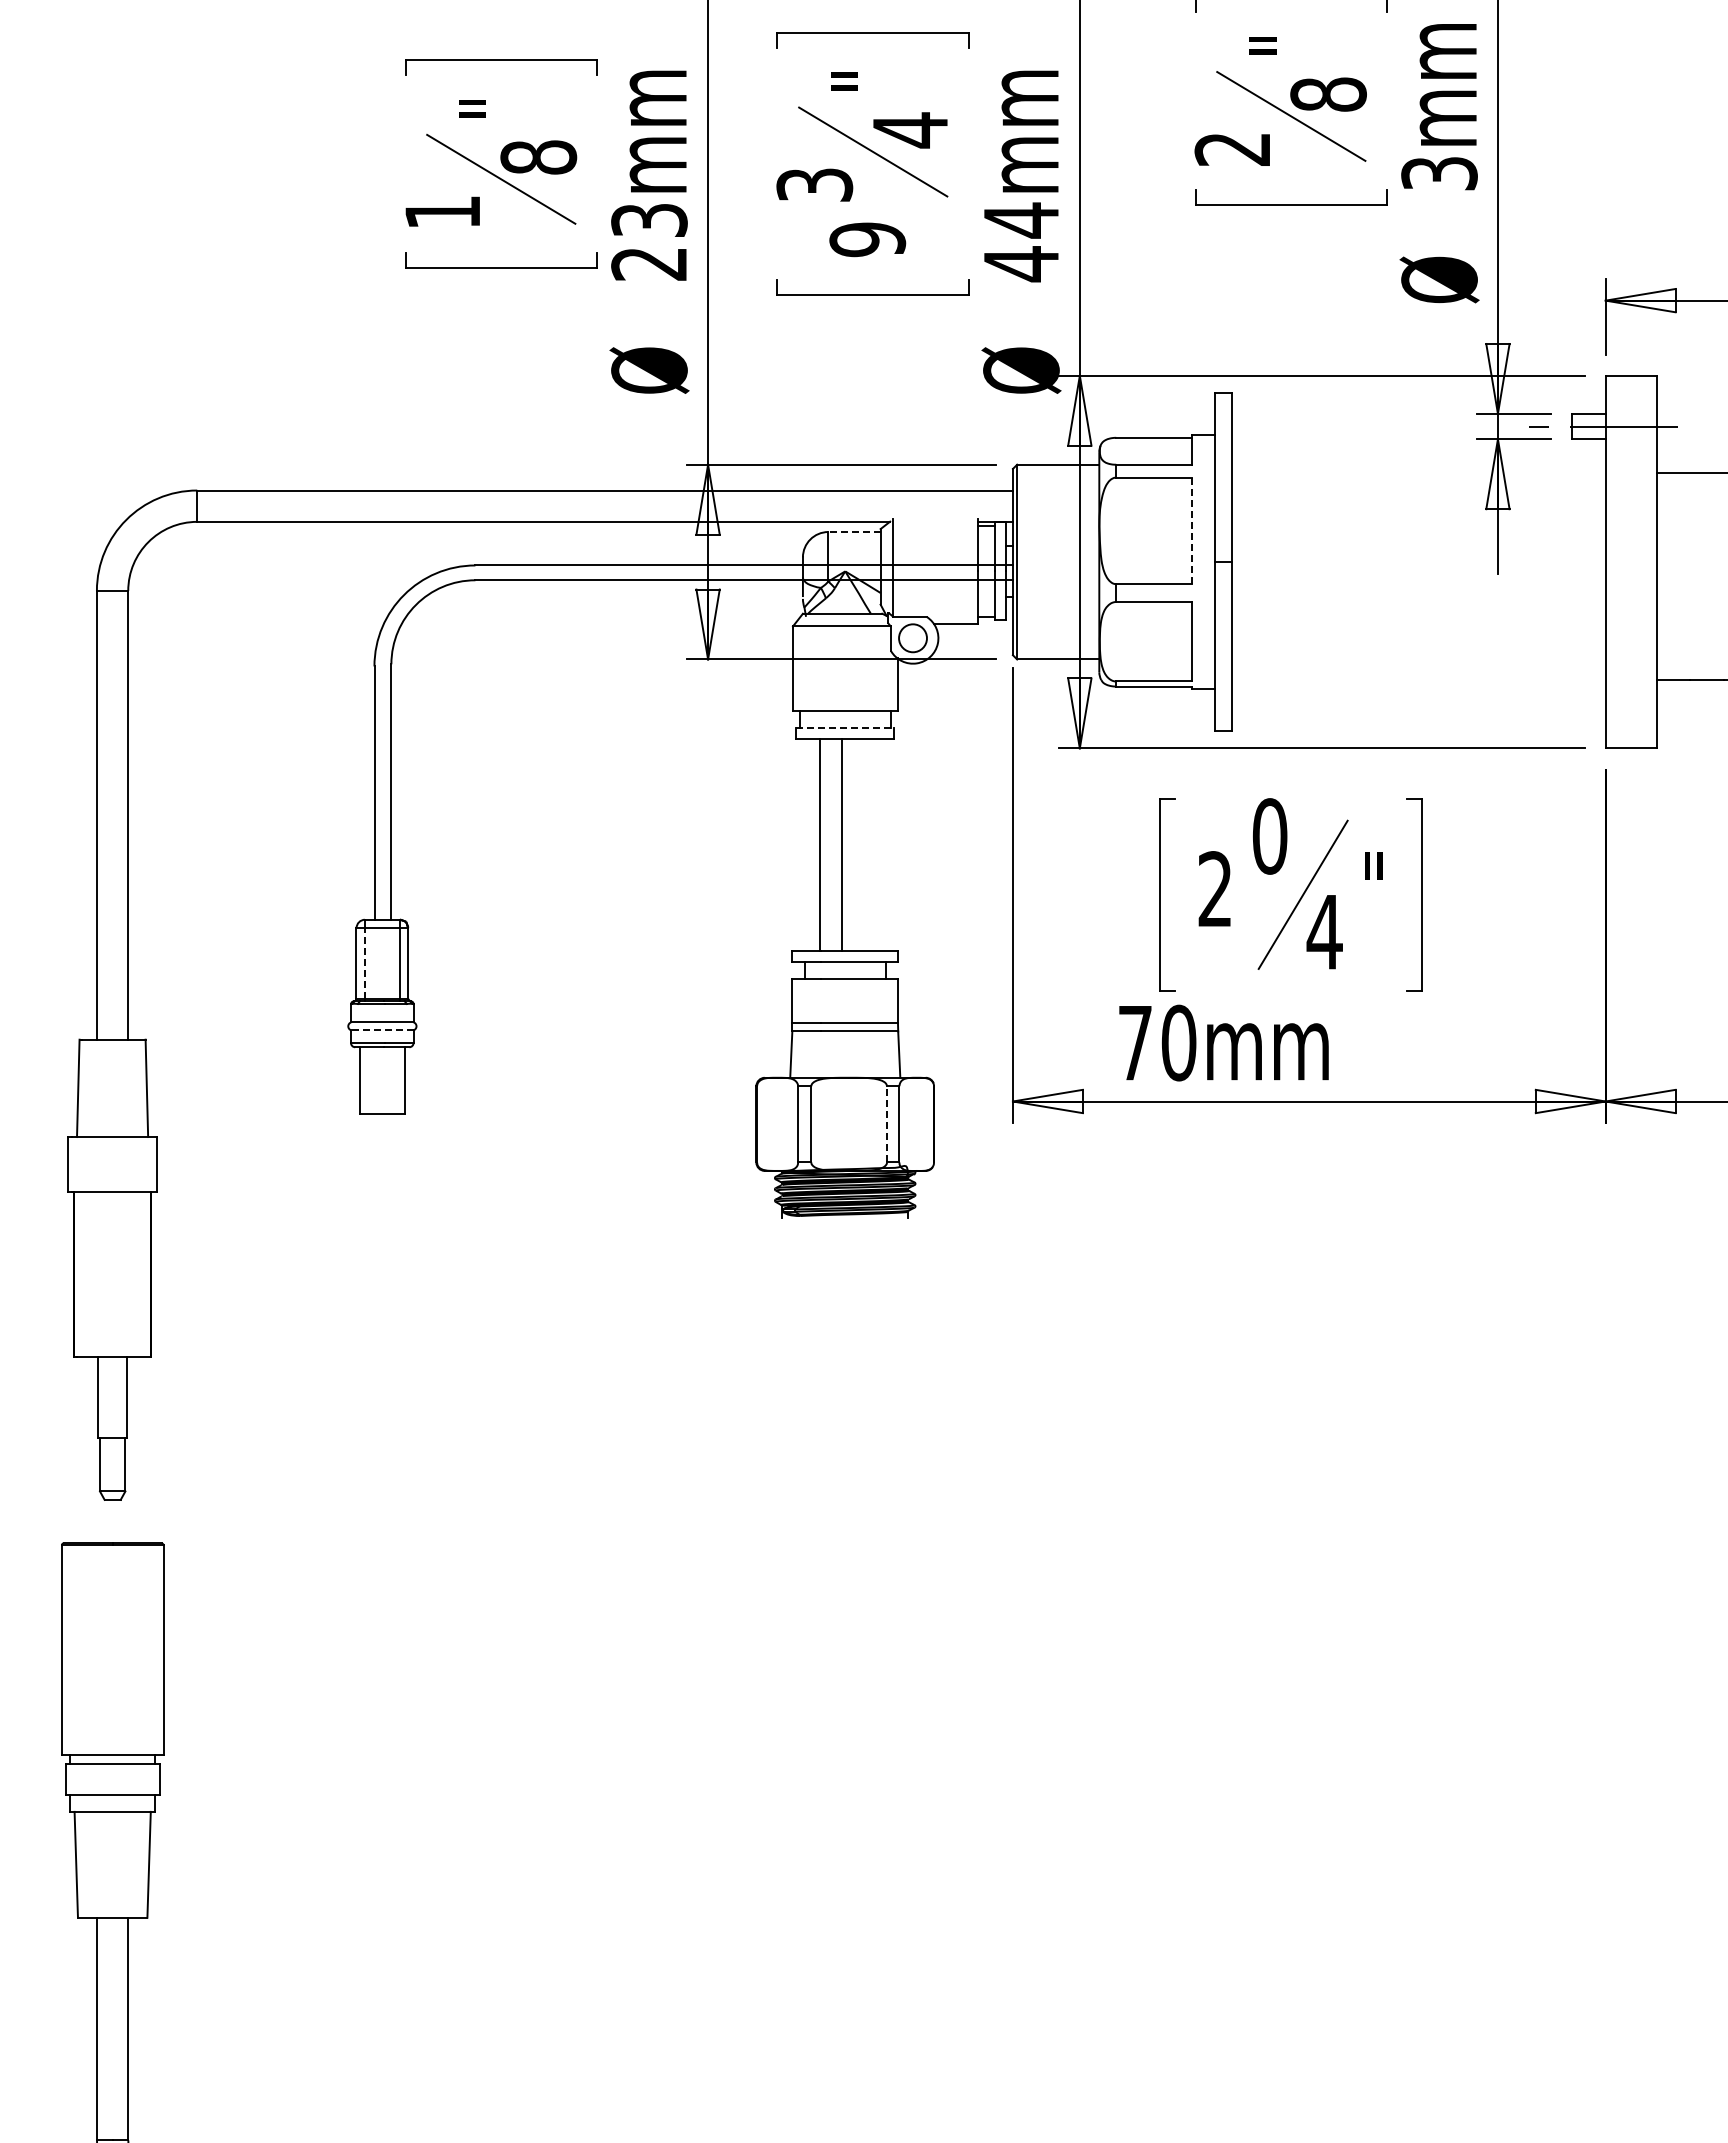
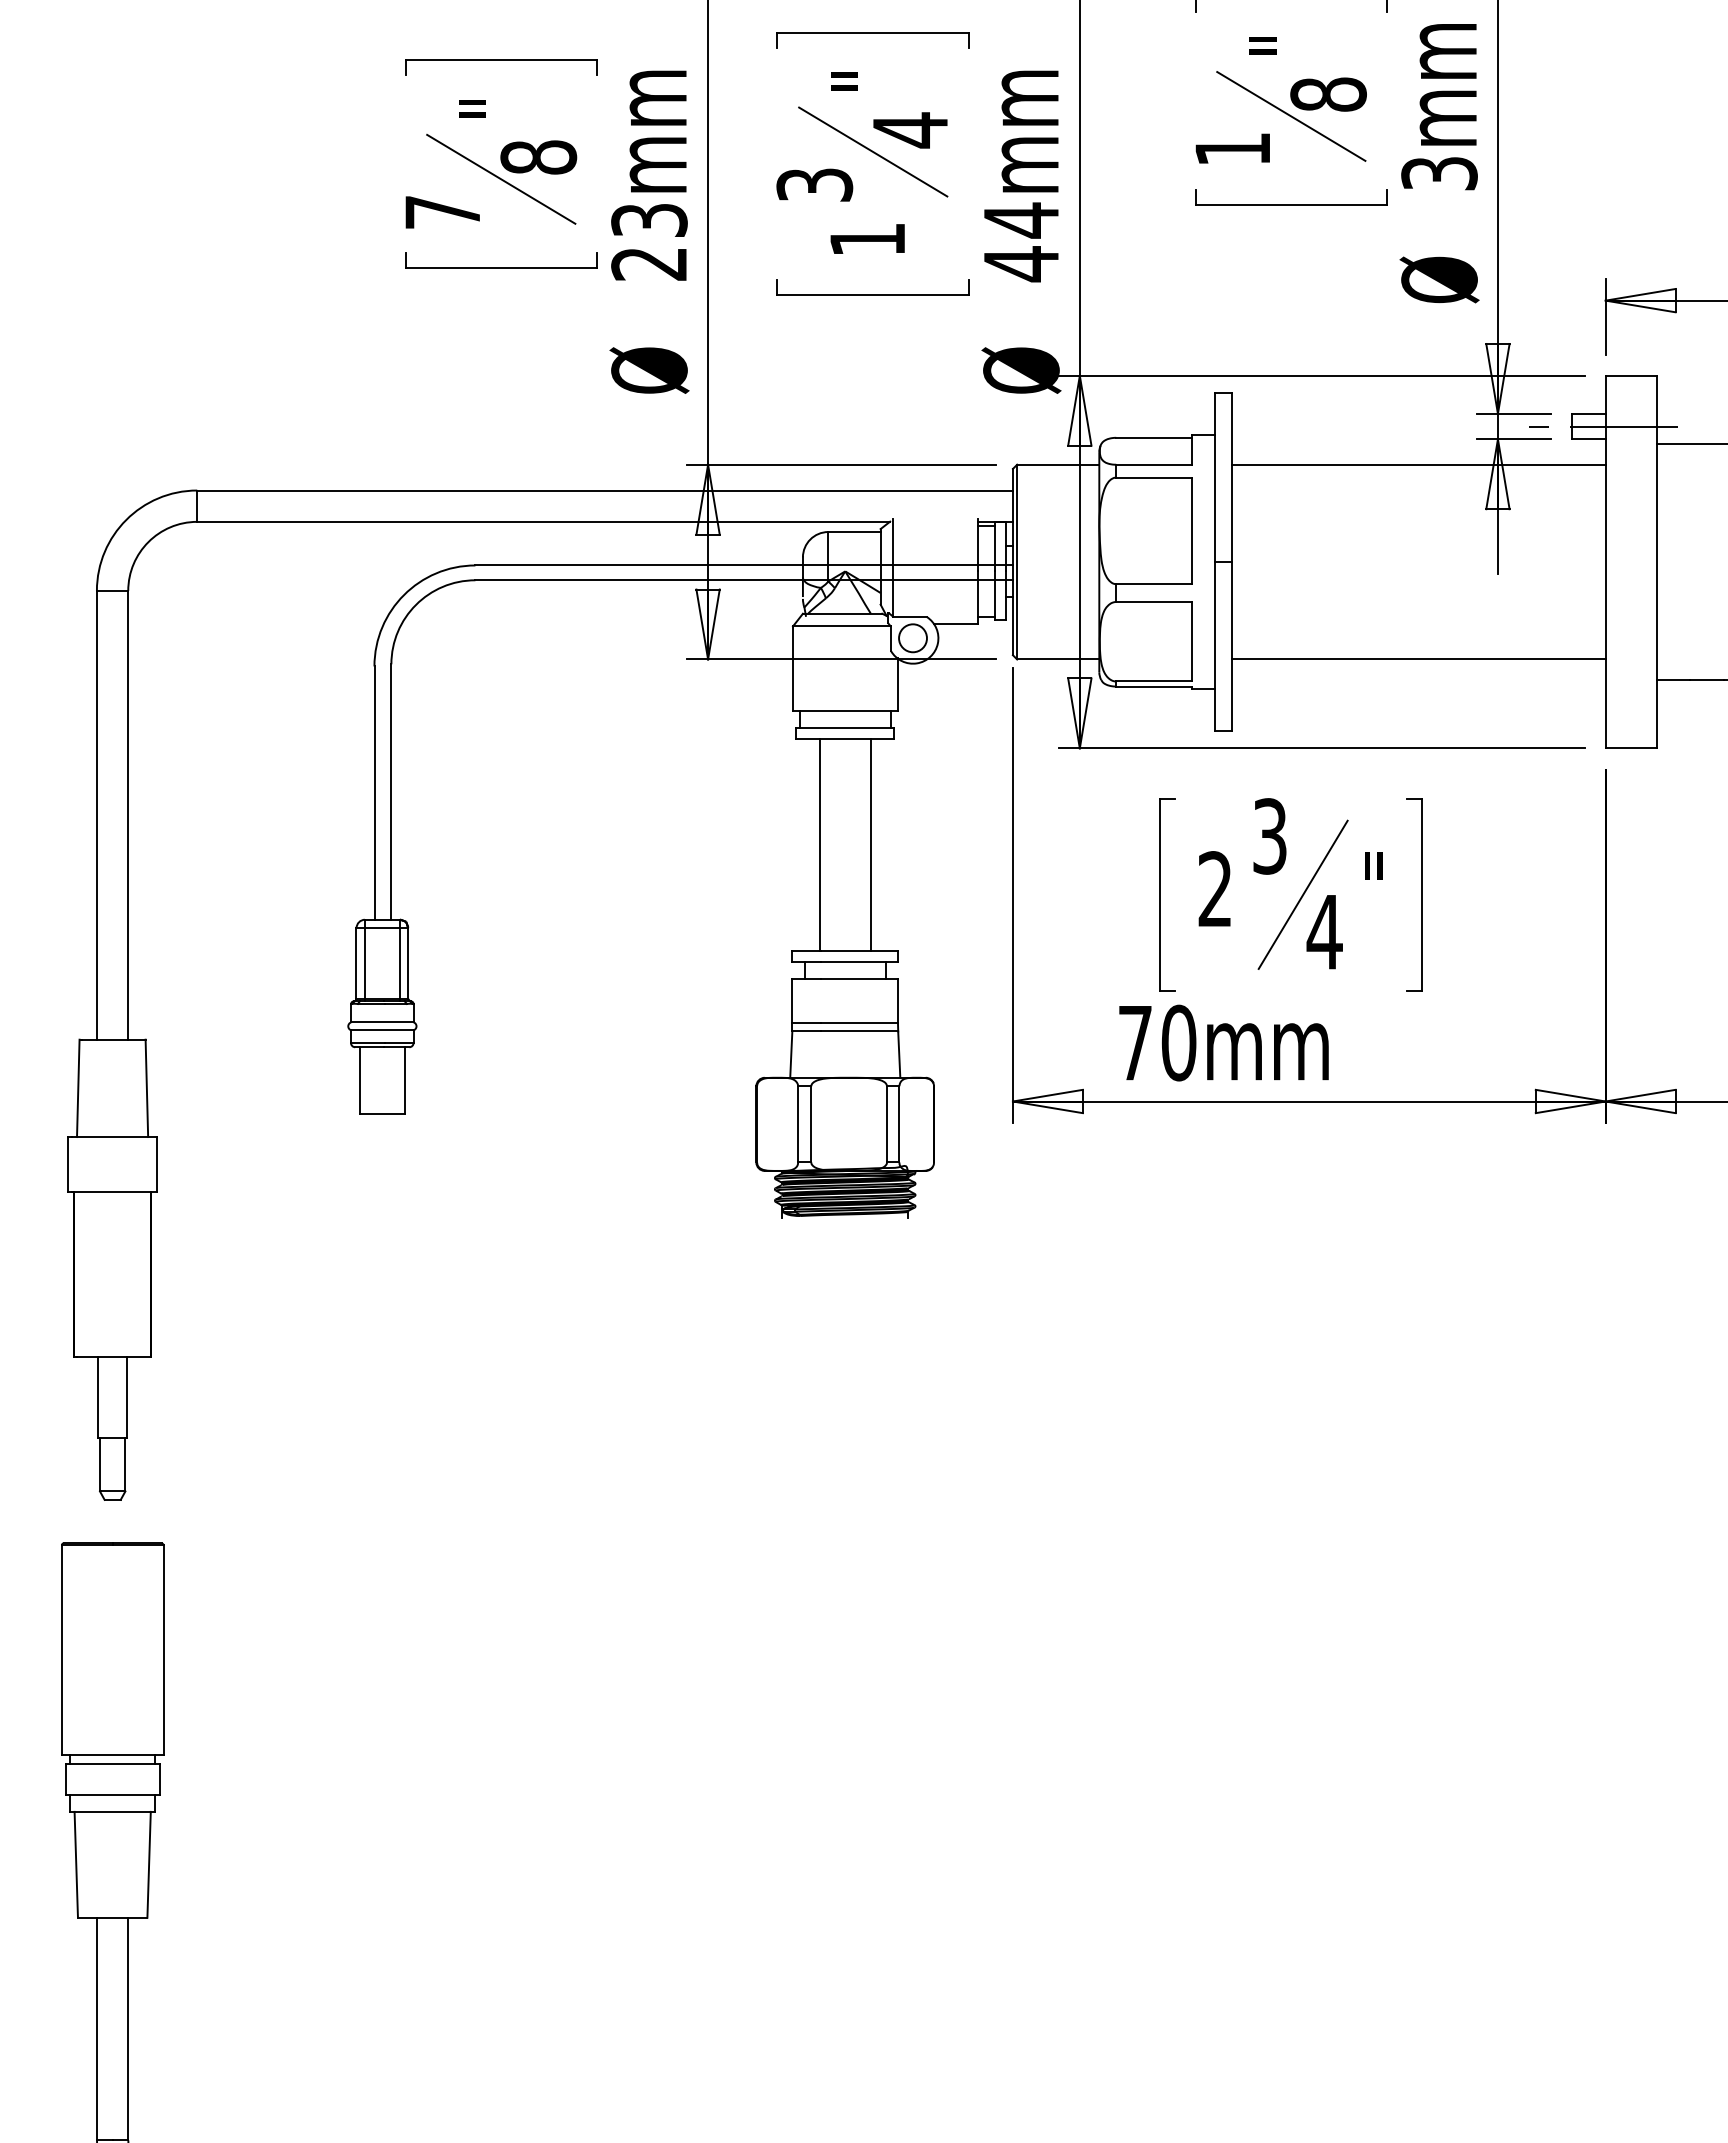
text at (1231, 149): 2 -> 1
text at (442, 212): 1 -> 7
text at (867, 239): 9 -> 1
line at (1418, 464): none -> present
line at (1690, 473) position: (1690, 473) -> (1690, 444)
line at (1192, 531): dashed -> solid
line at (853, 532): dashed -> solid
line at (1418, 659): none -> present
line at (845, 728): dashed -> solid
text at (1270, 836): 0 -> 3
line at (841, 844) position: (841, 844) -> (870, 844)
line at (364, 962): dashed -> solid
line at (381, 1030): dashed -> solid
line at (886, 1123): dashed -> solid
